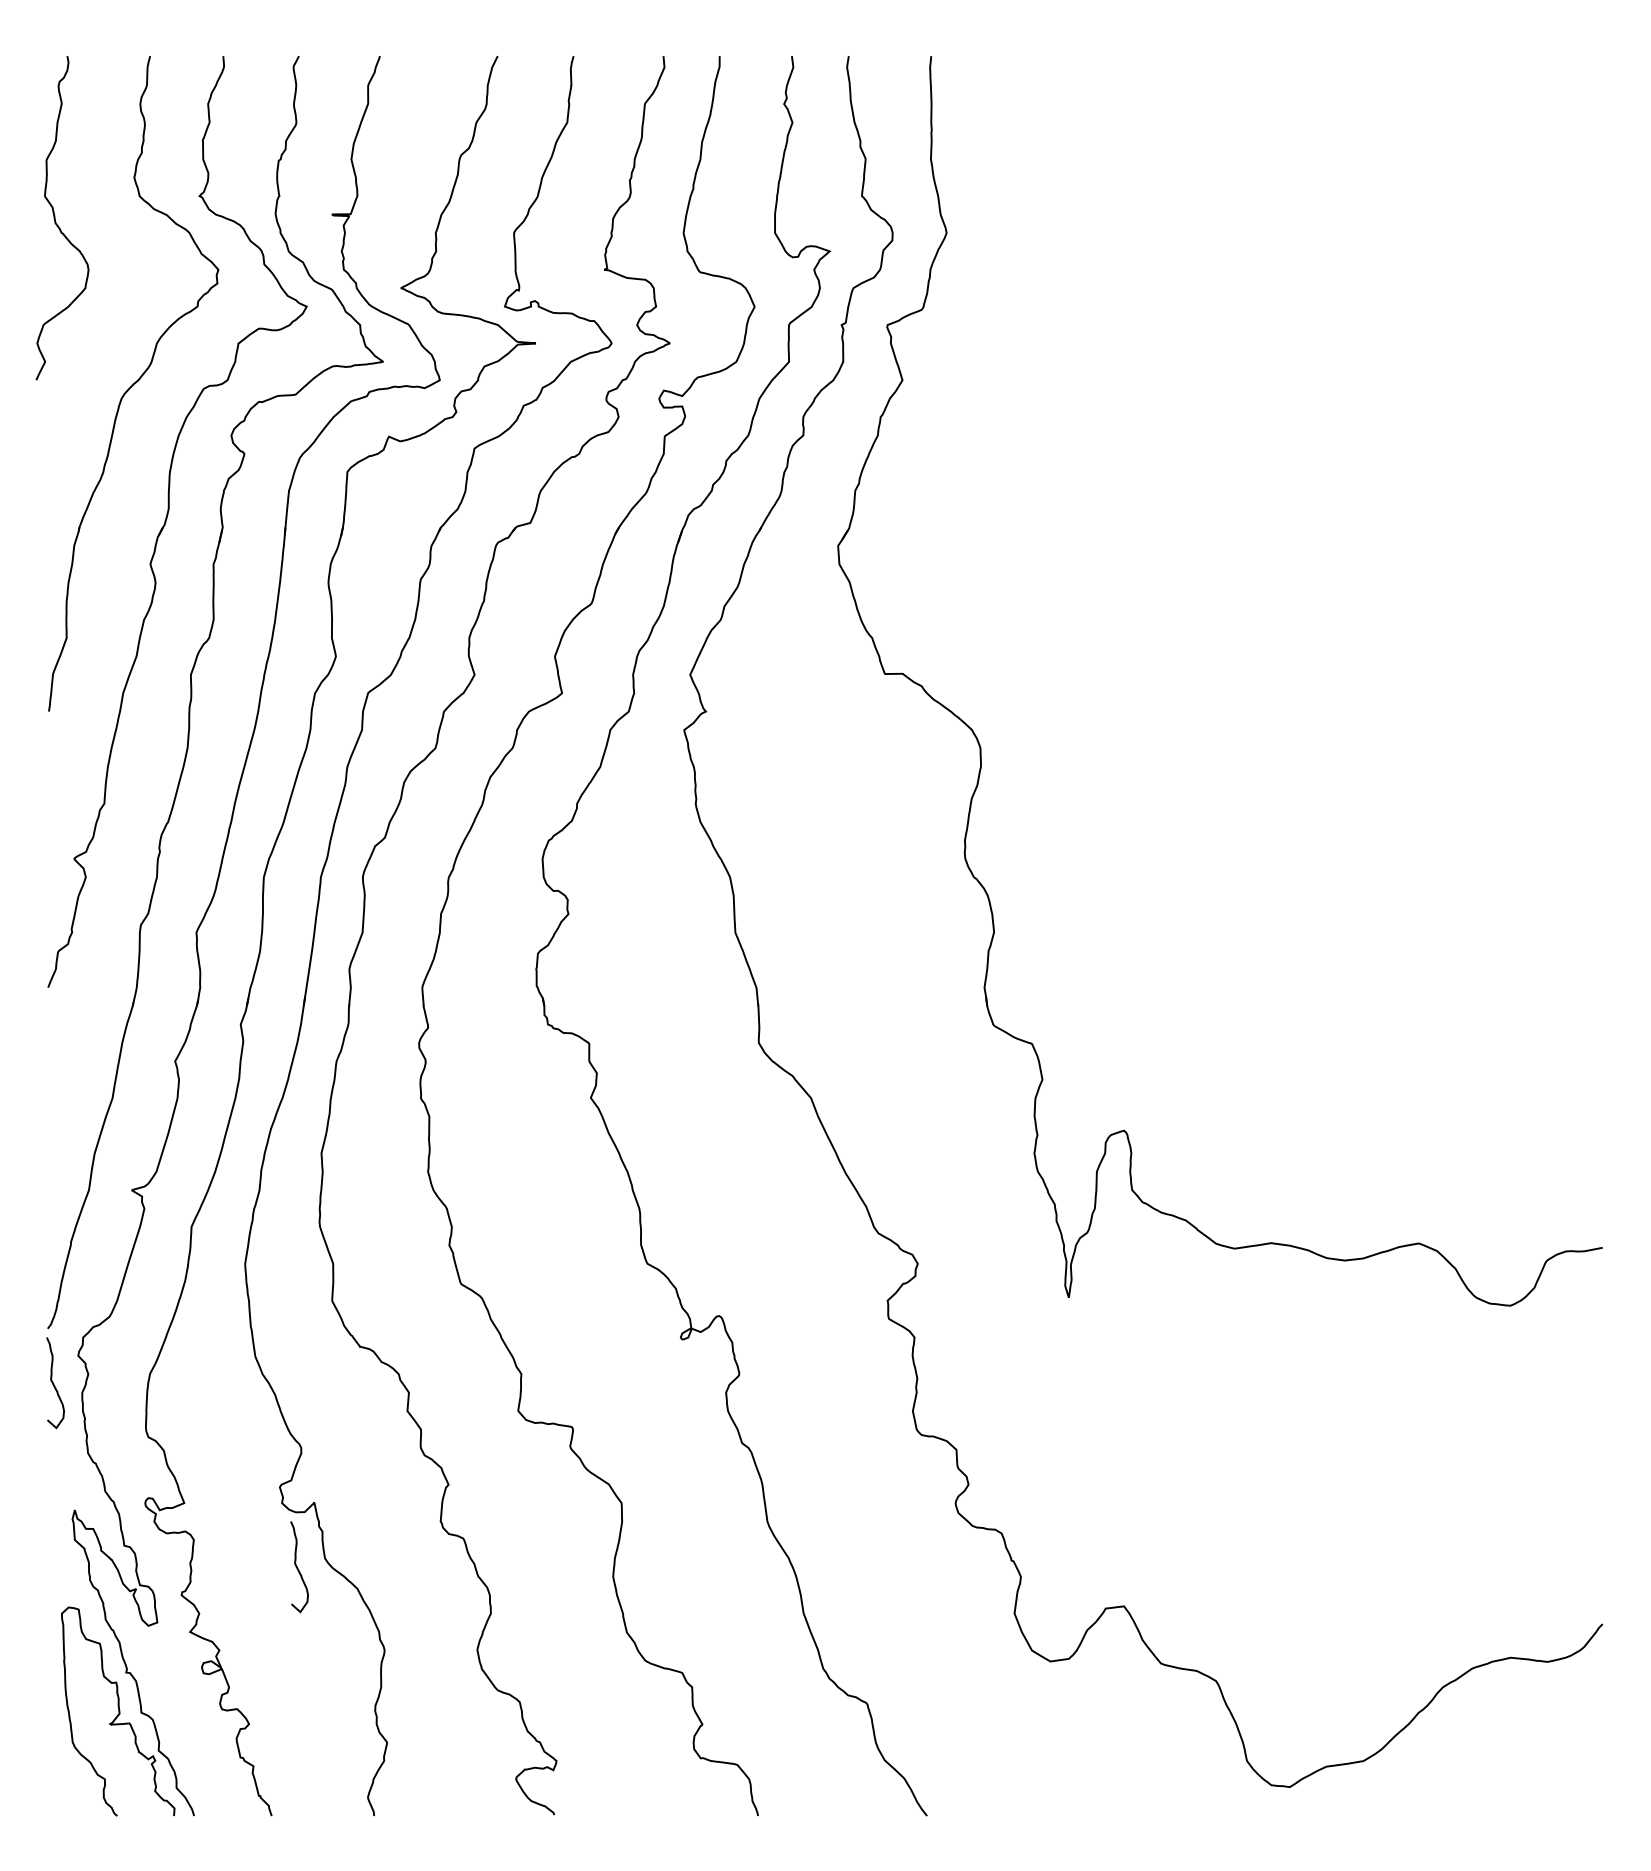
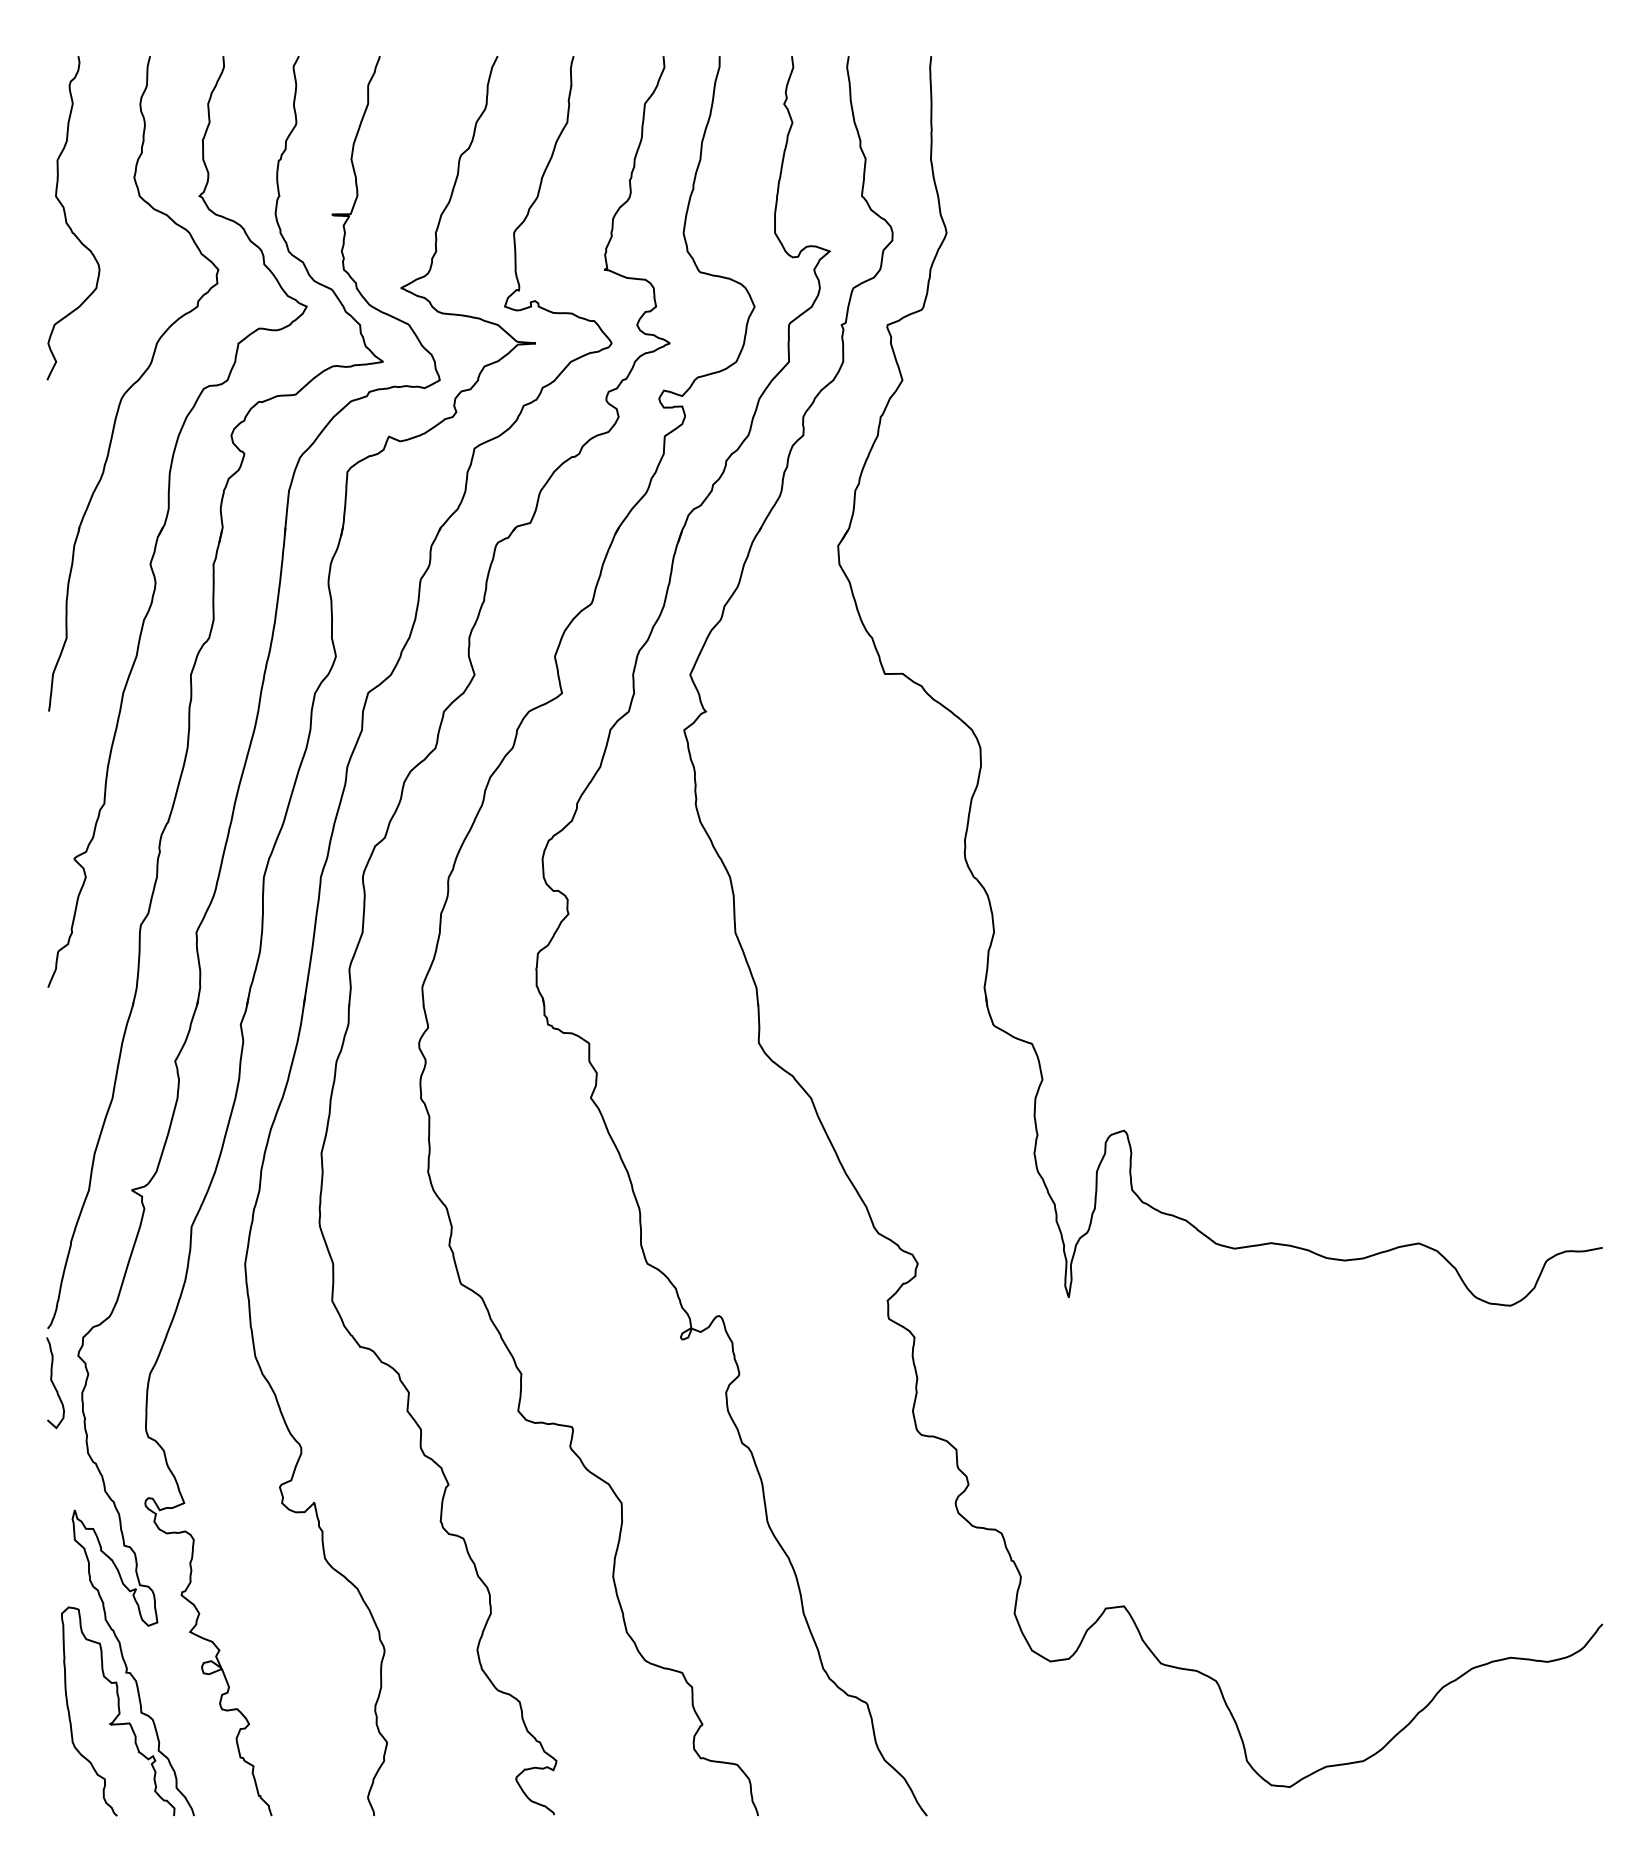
curve at (56, 221) position: (56, 221) -> (67, 221)
curve at (298, 1568): present -> none
